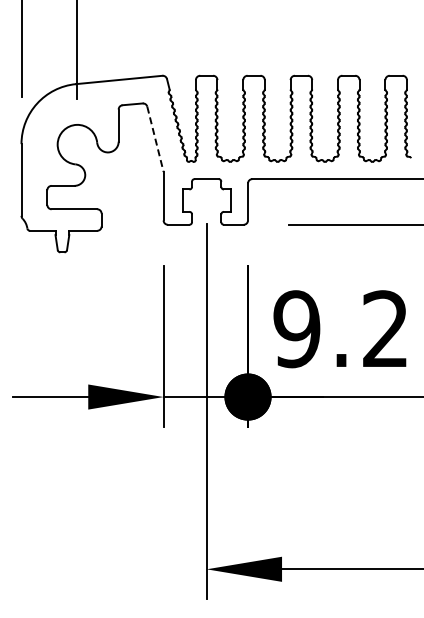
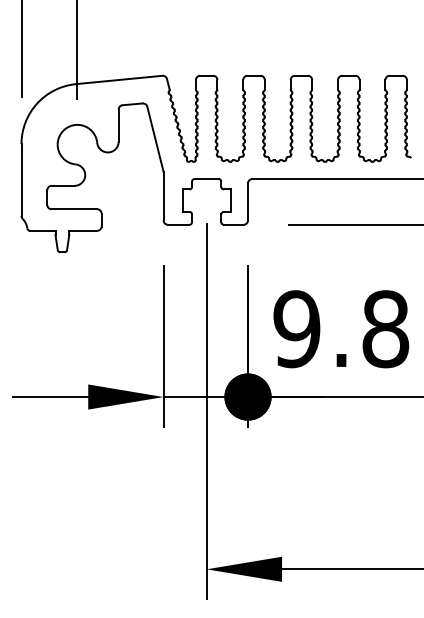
line at (155, 139): dashed -> solid
text at (385, 329): 9.2 -> 9.8
